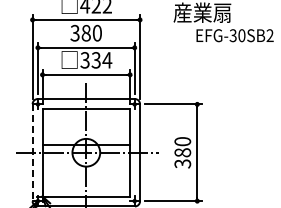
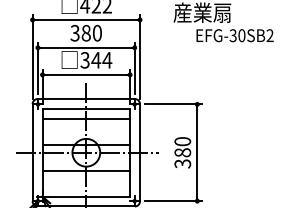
text at (96, 60): 334 -> 344
line at (86, 119): none -> present
line at (32, 152): dashed -> solid
line at (86, 170): none -> present
